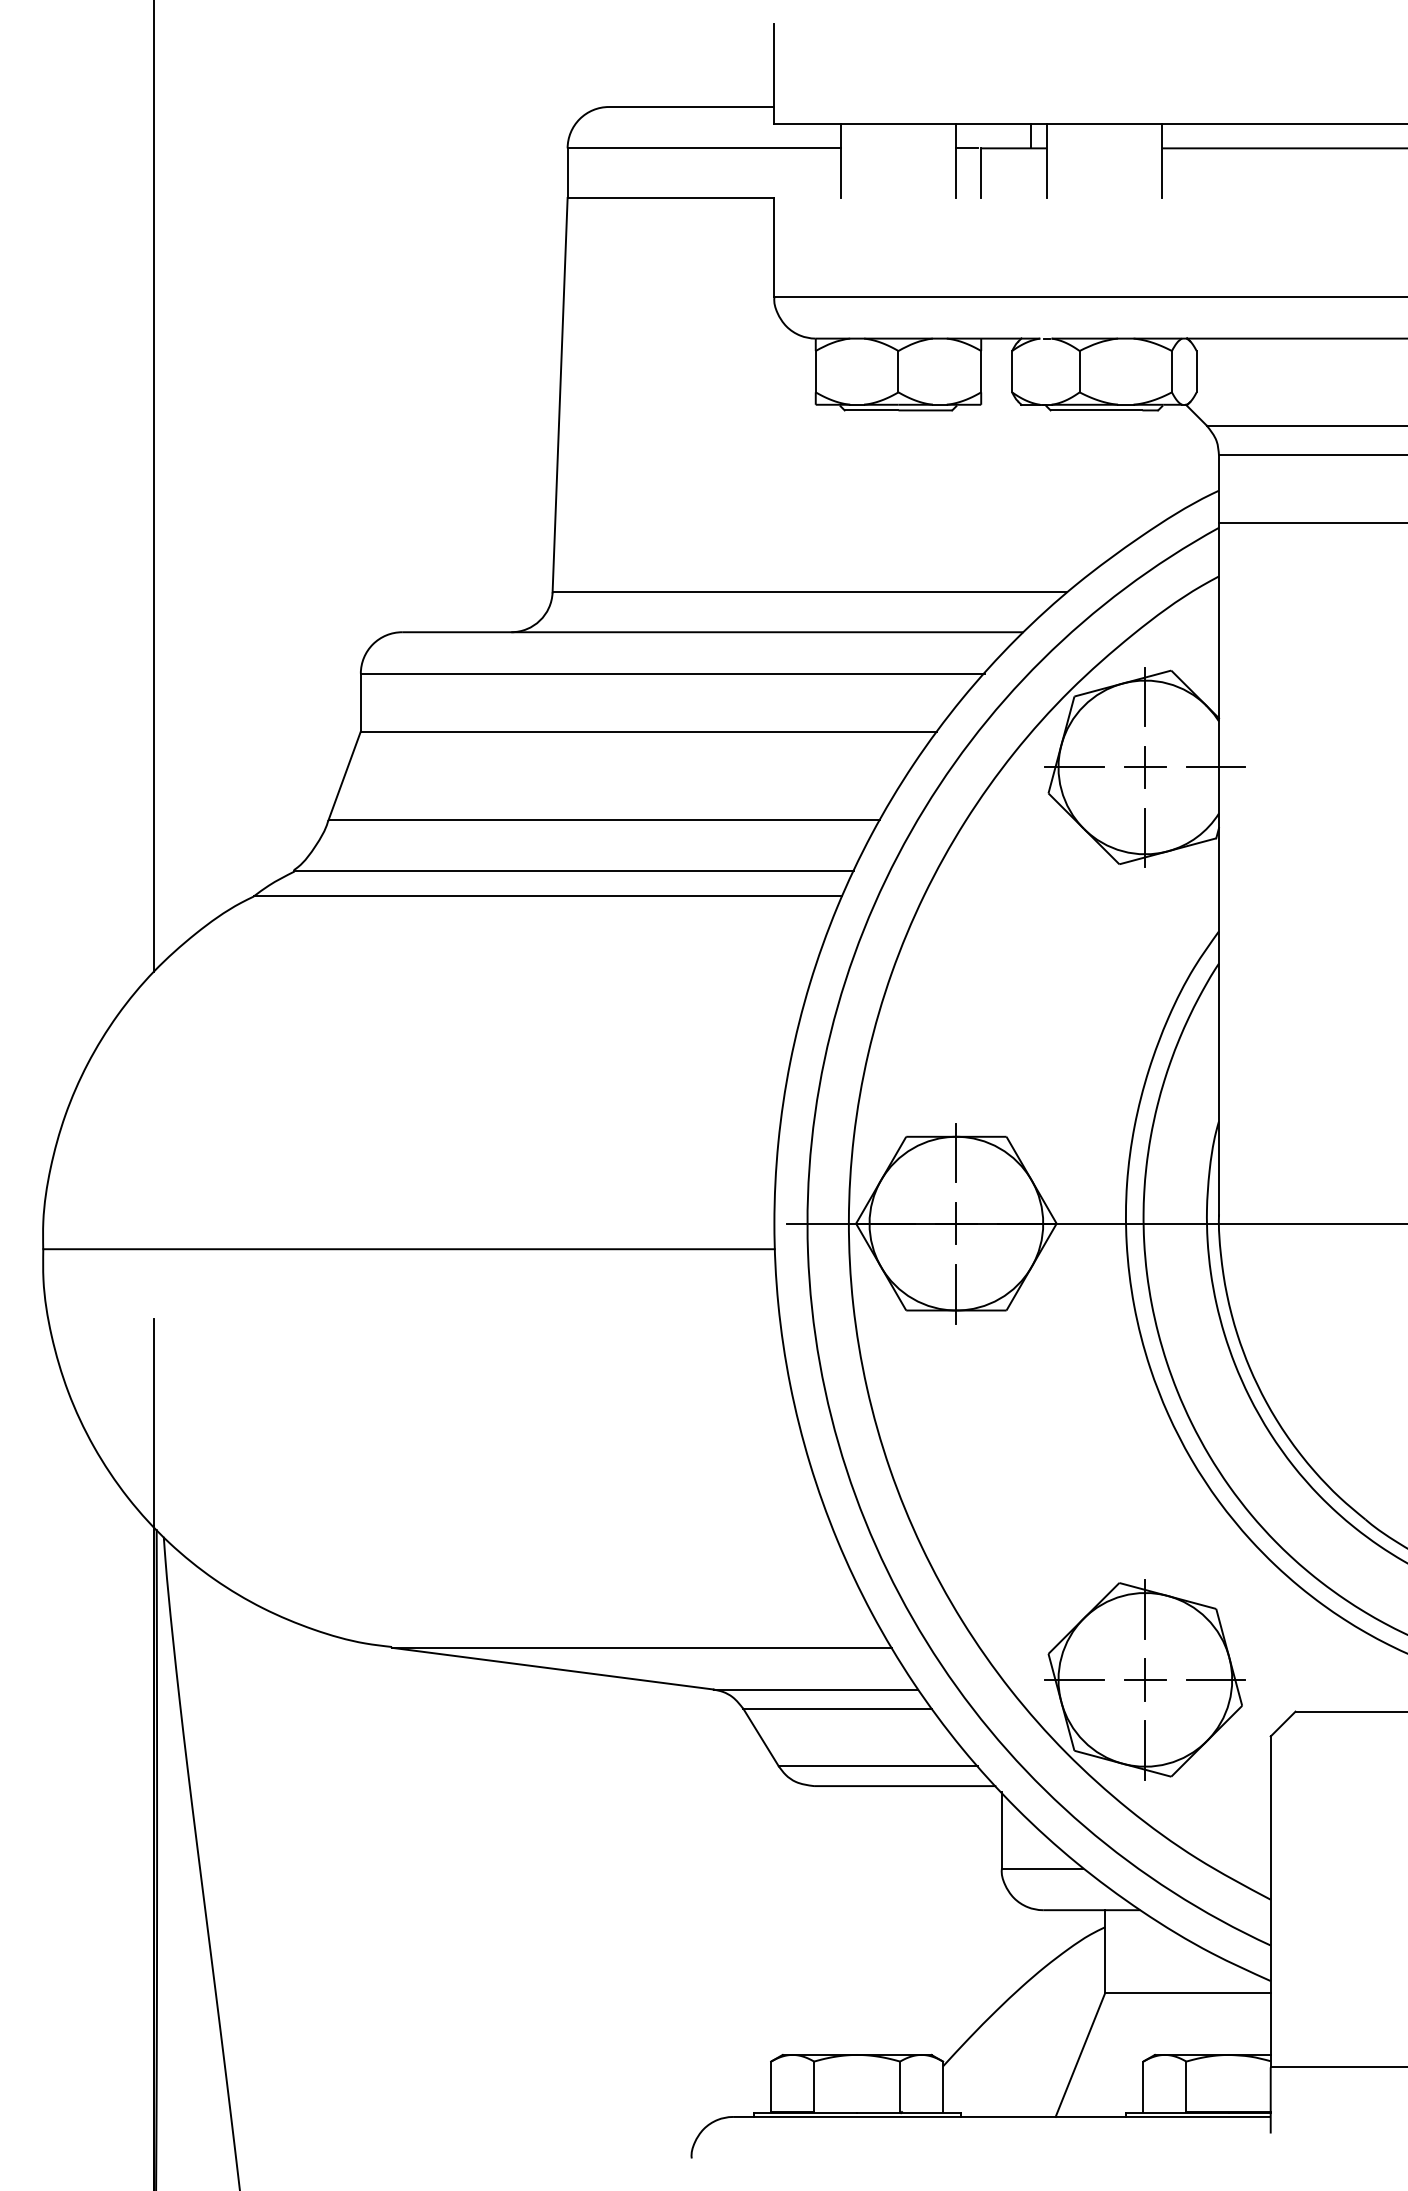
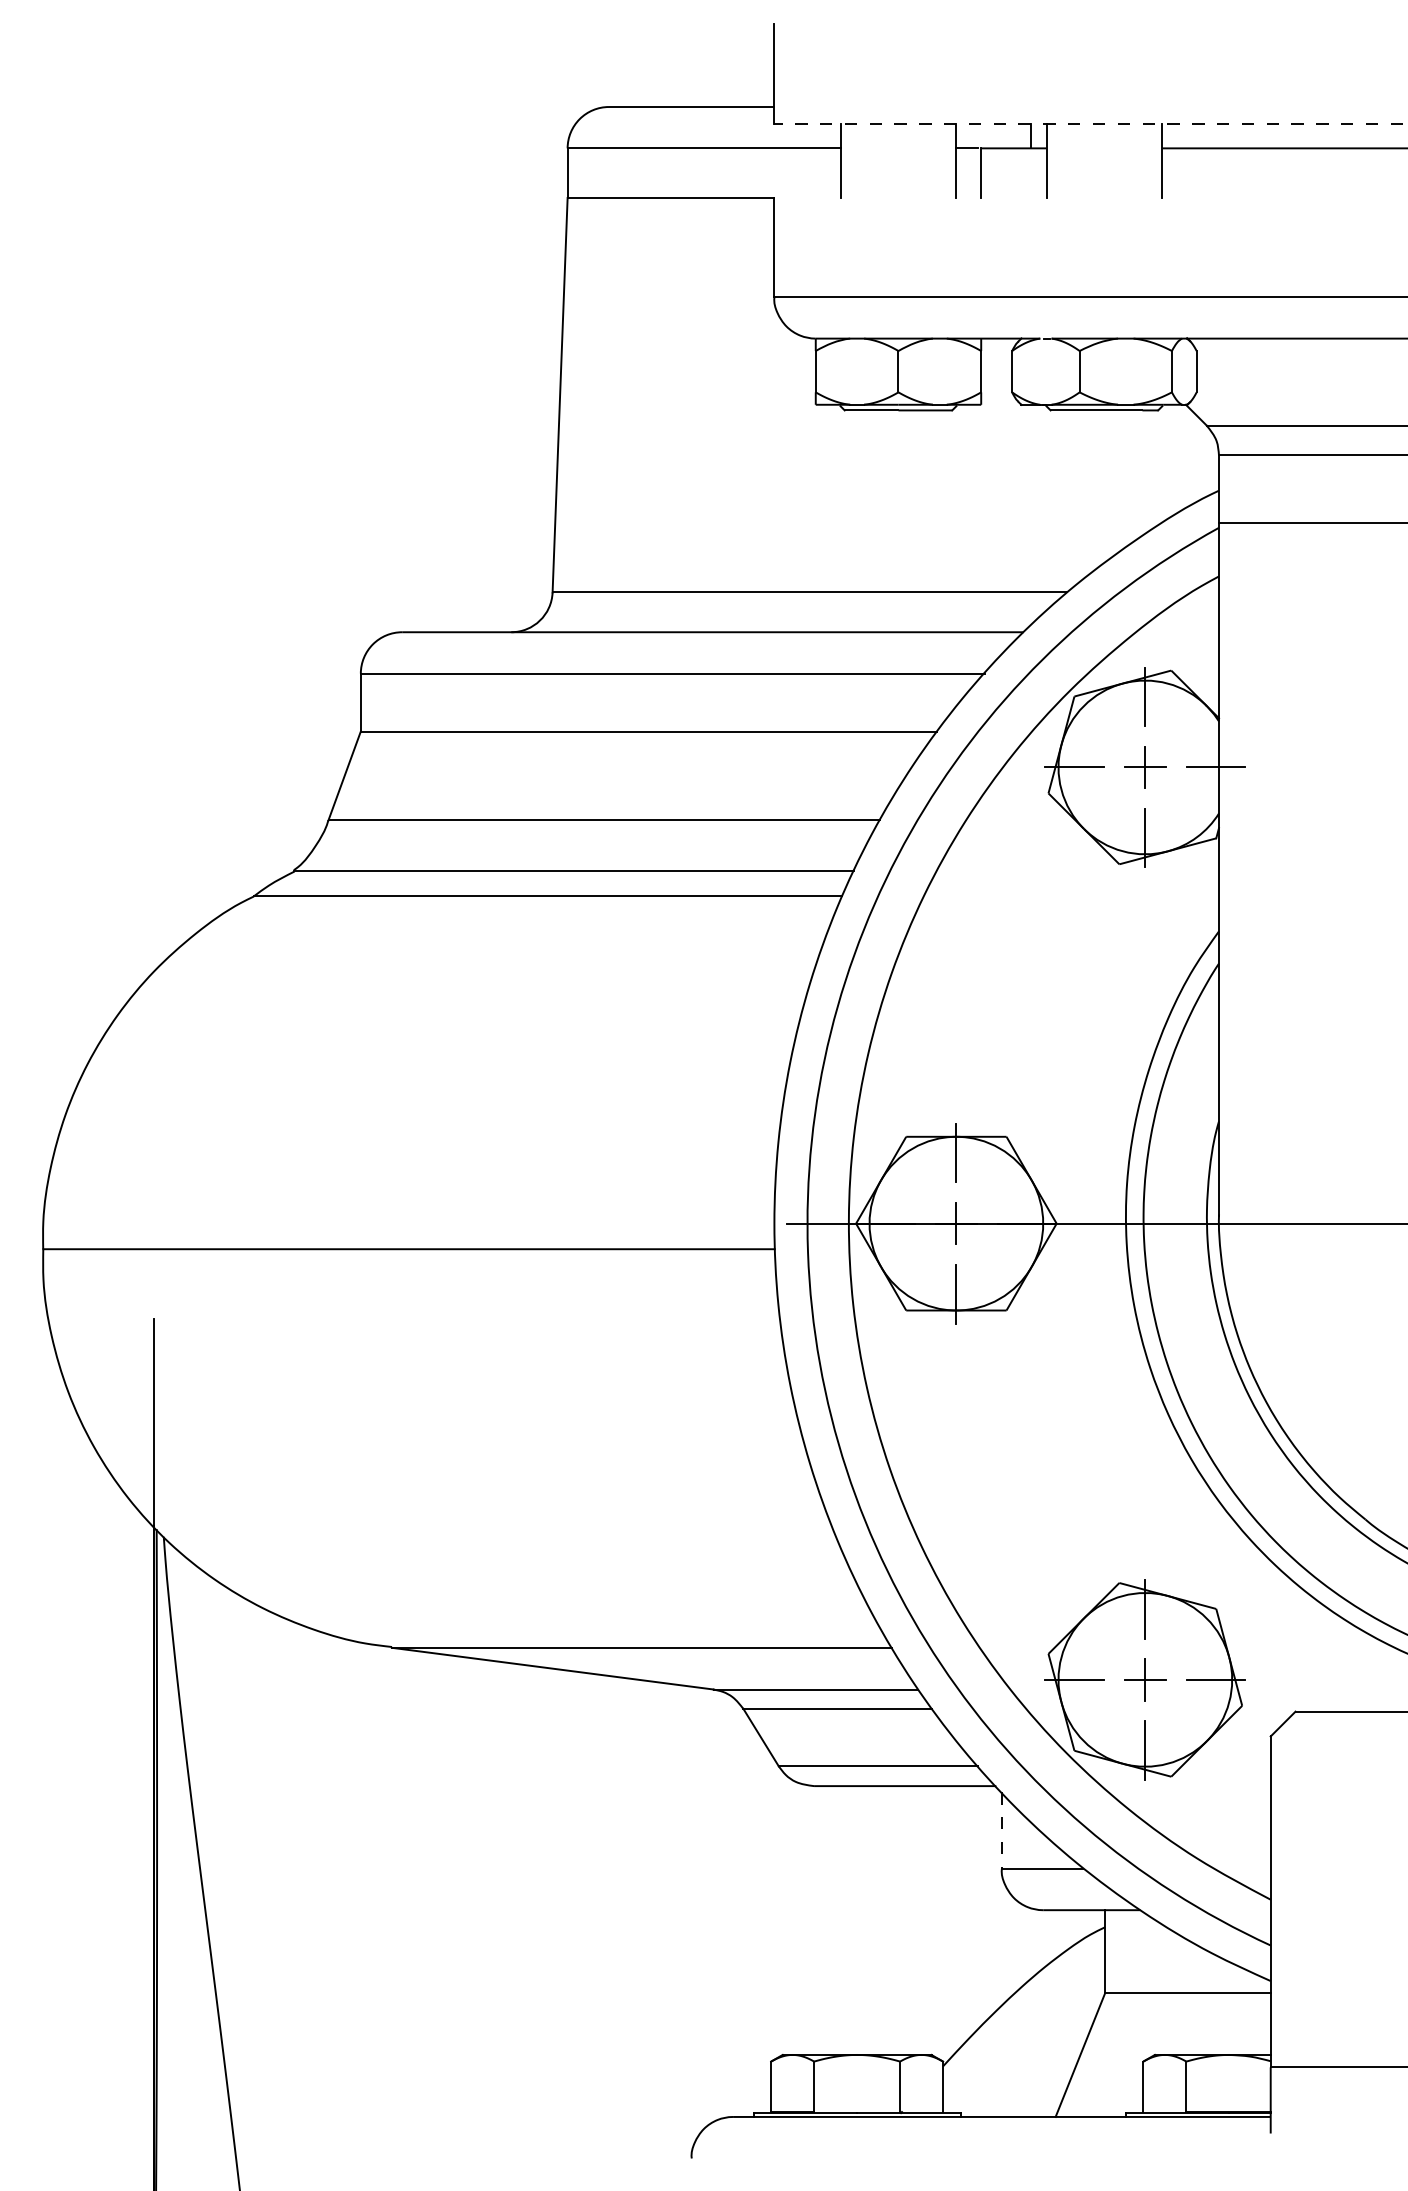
line at (1091, 123): solid -> dashed
line at (154, 486): present -> none
line at (1001, 1831): solid -> dashed
